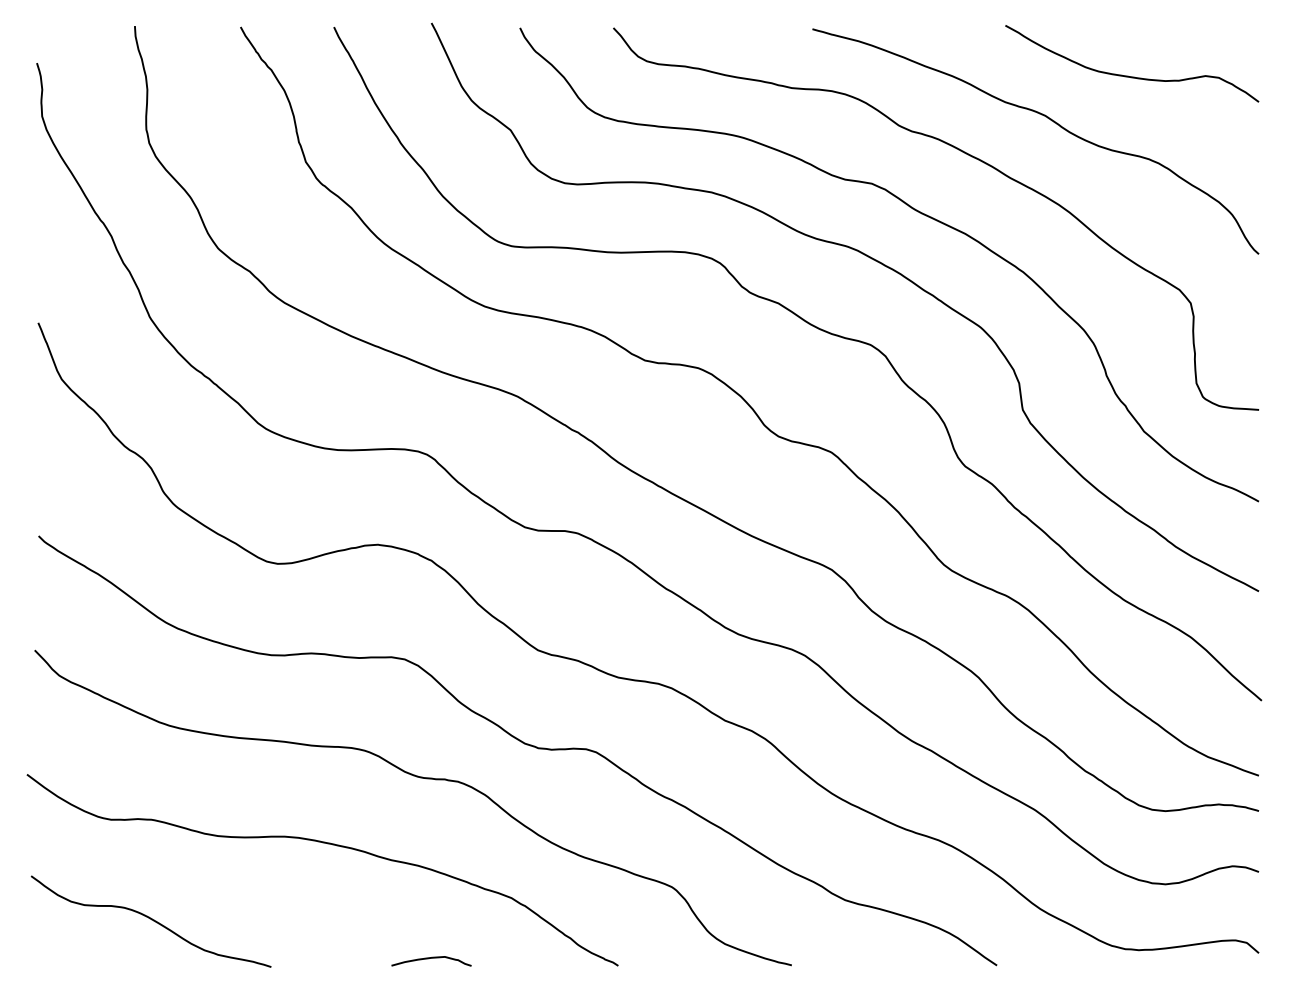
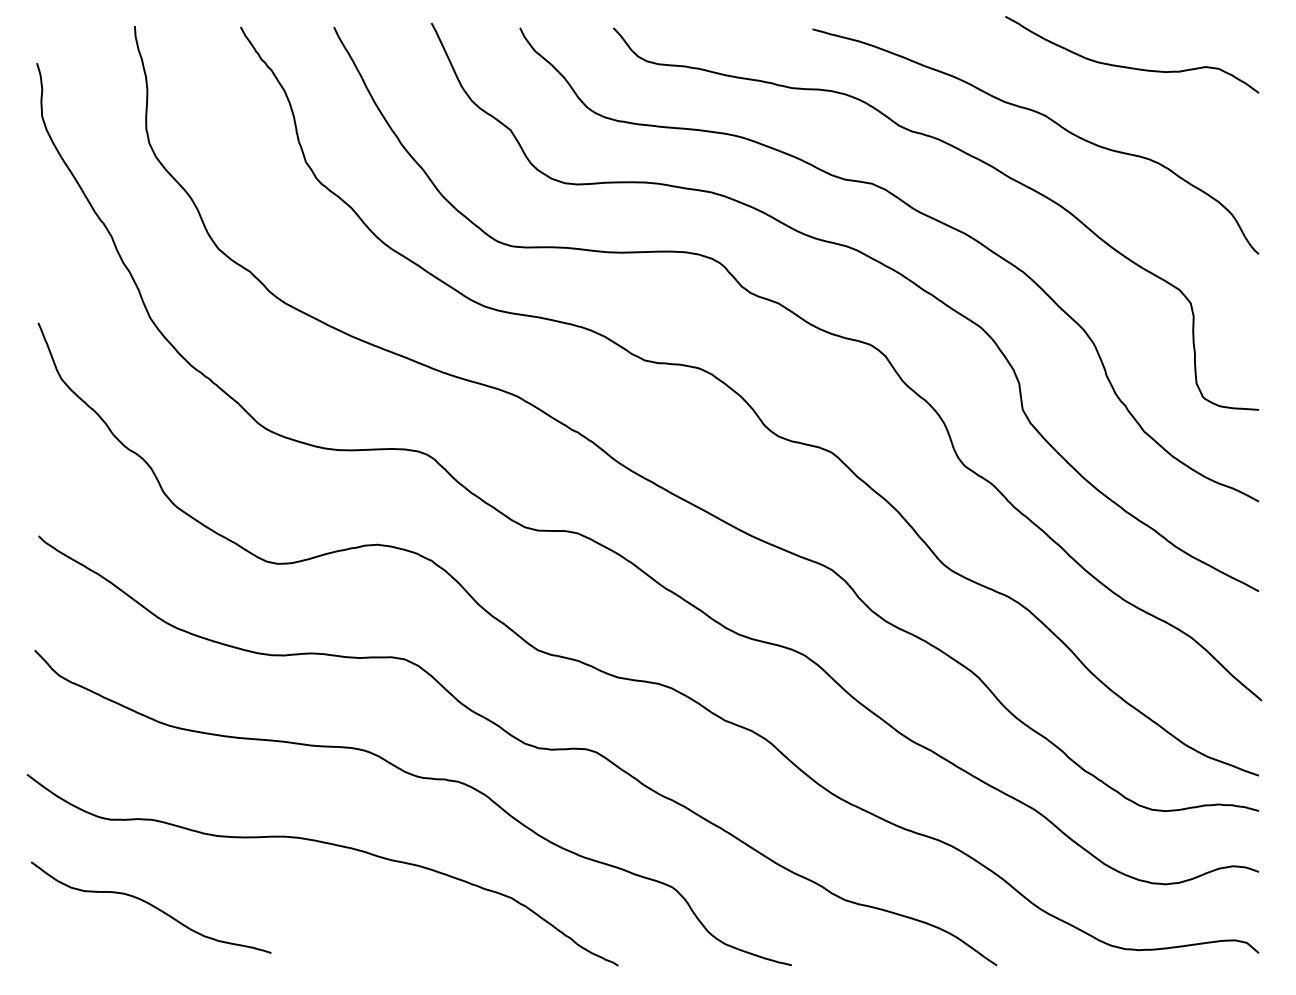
curve at (1128, 75) position: (1128, 75) -> (1128, 66)
curve at (151, 920) position: (151, 920) -> (151, 906)
curve at (431, 958): present -> none
